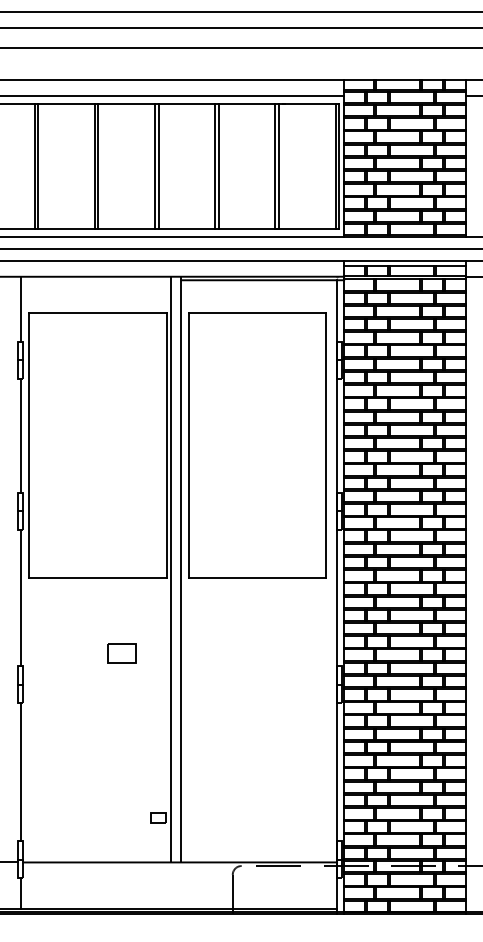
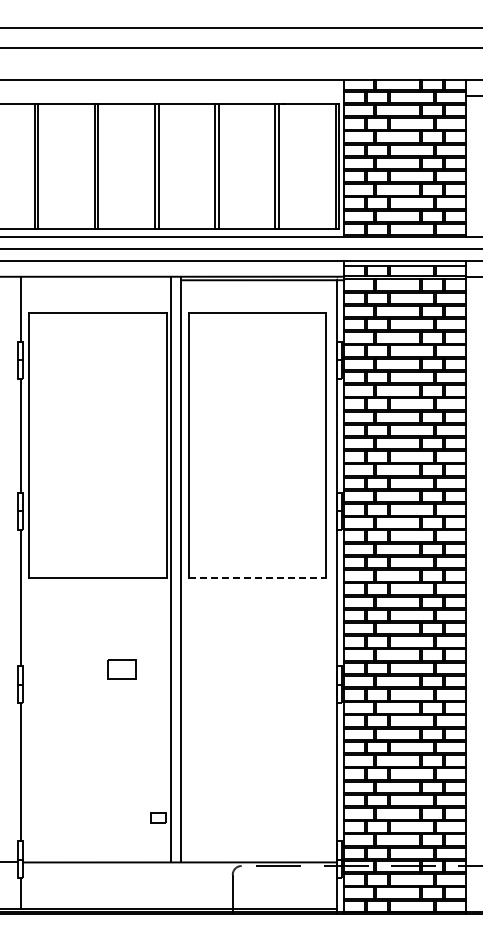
line at (240, 11): present -> none
line at (173, 95): present -> none
line at (257, 577): solid -> dashed
part at (121, 653) position: (121, 653) -> (121, 669)
